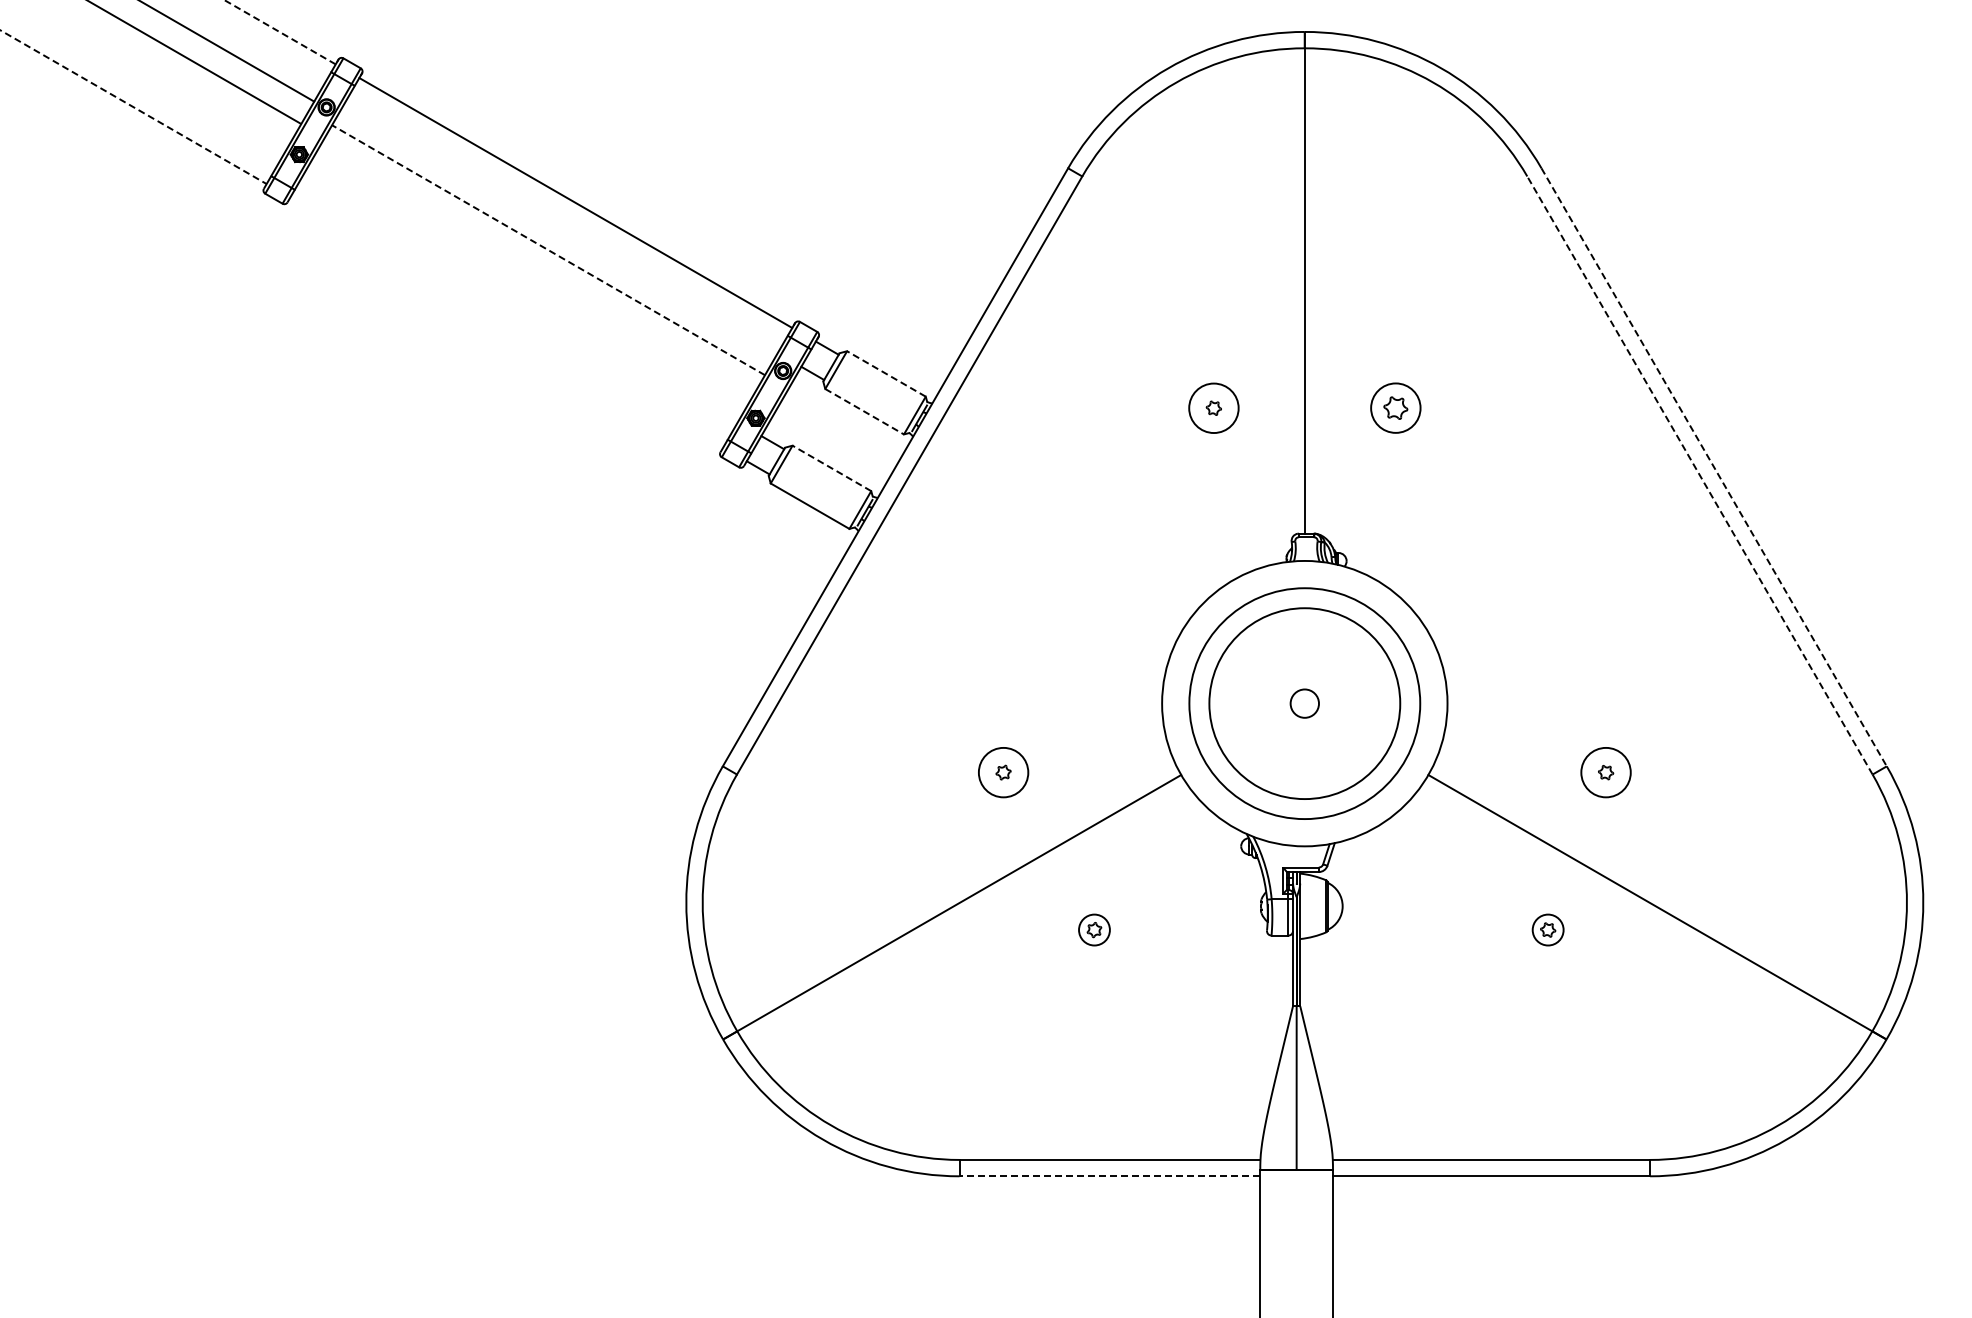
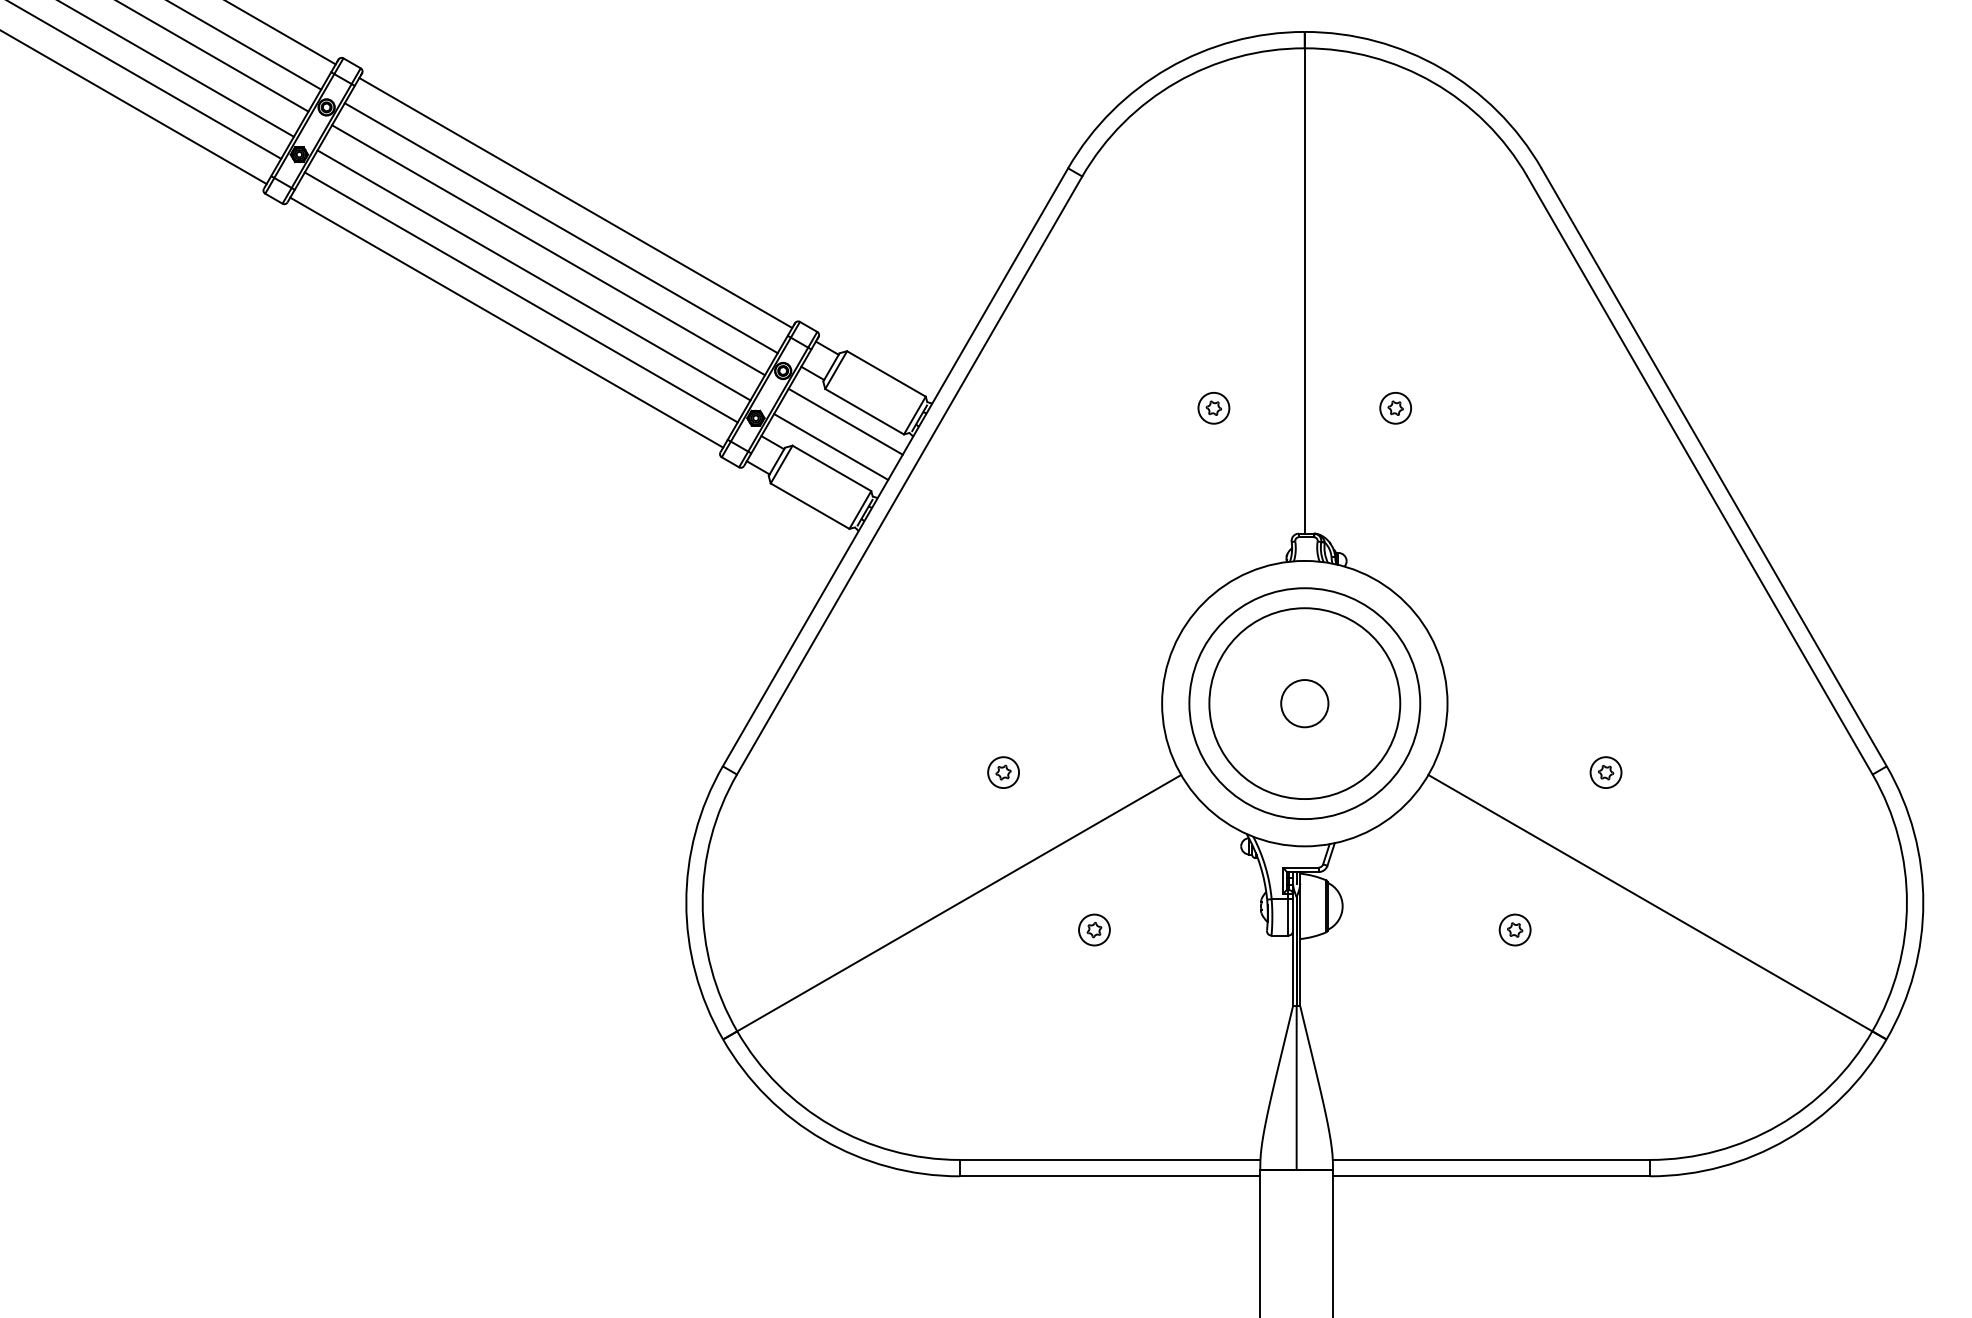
line at (280, 32): dashed -> solid
line at (228, 51) position: (228, 51) -> (245, 45)
line at (213, 56): none -> present
line at (195, 62) position: (195, 62) -> (176, 69)
line at (145, 80): none -> present
line at (134, 107): dashed -> solid
line at (560, 228): none -> present
line at (548, 250): dashed -> solid
line at (533, 275): none -> present
line at (520, 297): none -> present
line at (506, 322): none -> present
line at (886, 373): dashed -> solid
part at (1395, 407) size: 52x52 px -> 33x33 px
circle at (1213, 408) diameter: 49 px -> 31 px
line at (865, 411): dashed -> solid
line at (845, 421): none -> present
line at (831, 446): none -> present
line at (1714, 467): dashed -> solid
line at (831, 468): dashed -> solid
line at (1699, 475): dashed -> solid
circle at (1304, 703) diameter: 28 px -> 47 px
circle at (1003, 772) diameter: 49 px -> 31 px
circle at (1605, 772) diameter: 49 px -> 31 px
part at (1547, 929) position: (1547, 929) -> (1514, 929)
line at (1109, 1176): dashed -> solid
